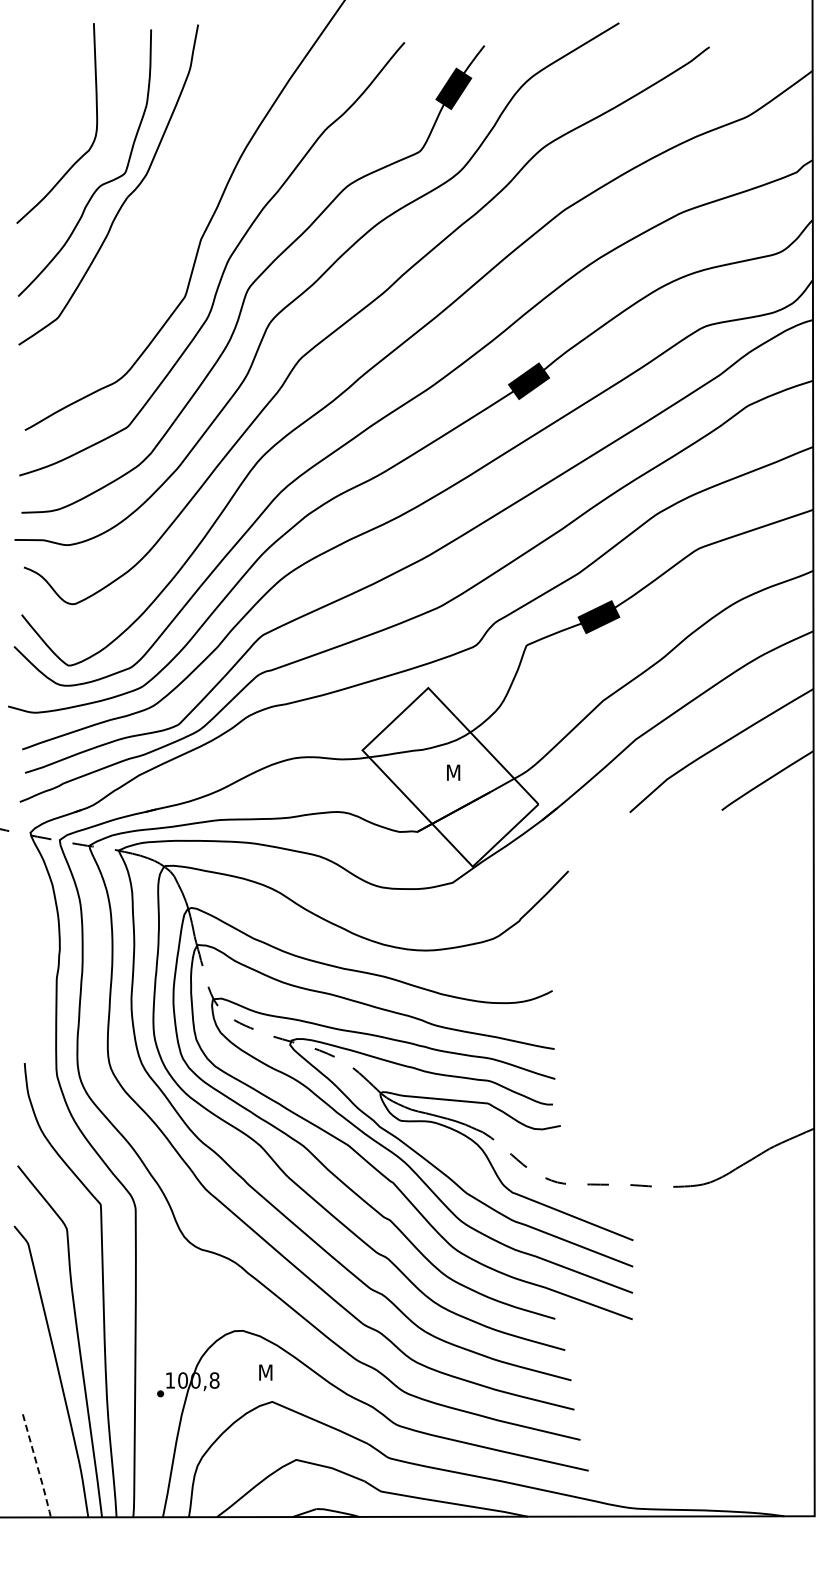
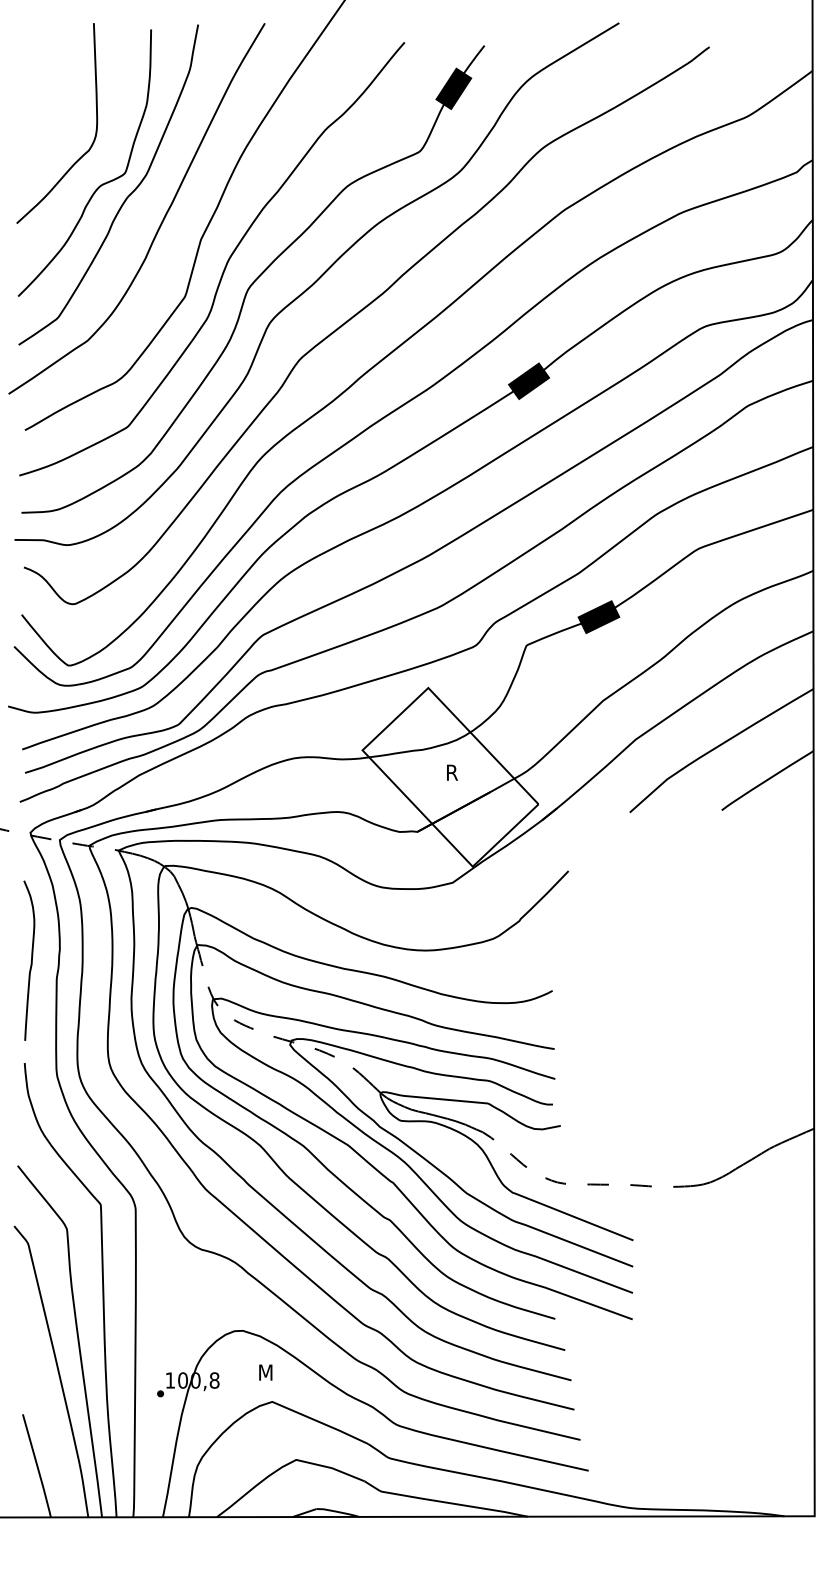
curve at (161, 221): none -> present
text at (454, 772): M -> R
curve at (31, 960): none -> present
line at (37, 1467): dashed -> solid
